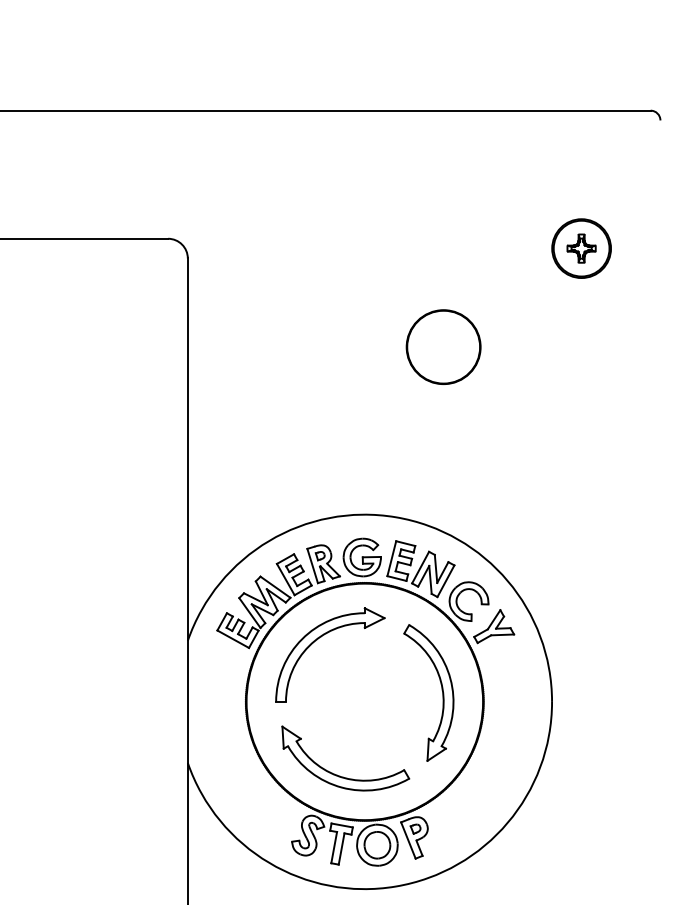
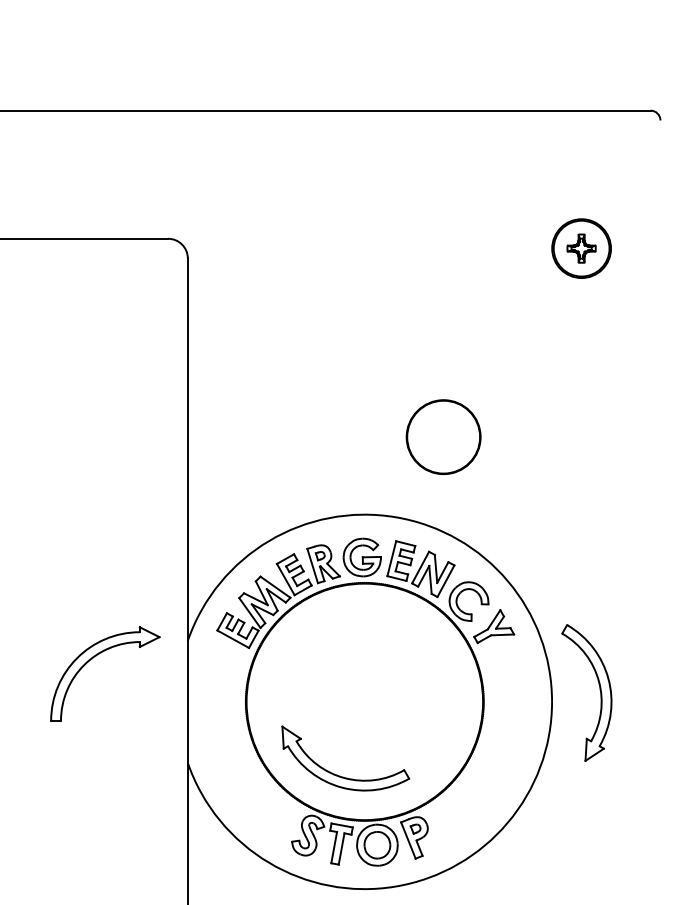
part at (443, 346) position: (443, 346) -> (443, 436)
part at (317, 640) position: (317, 640) -> (92, 659)
part at (441, 690) position: (441, 690) -> (599, 690)
